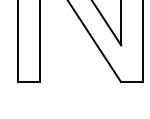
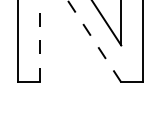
line at (39, 41): solid -> dashed
line at (94, 41): solid -> dashed
